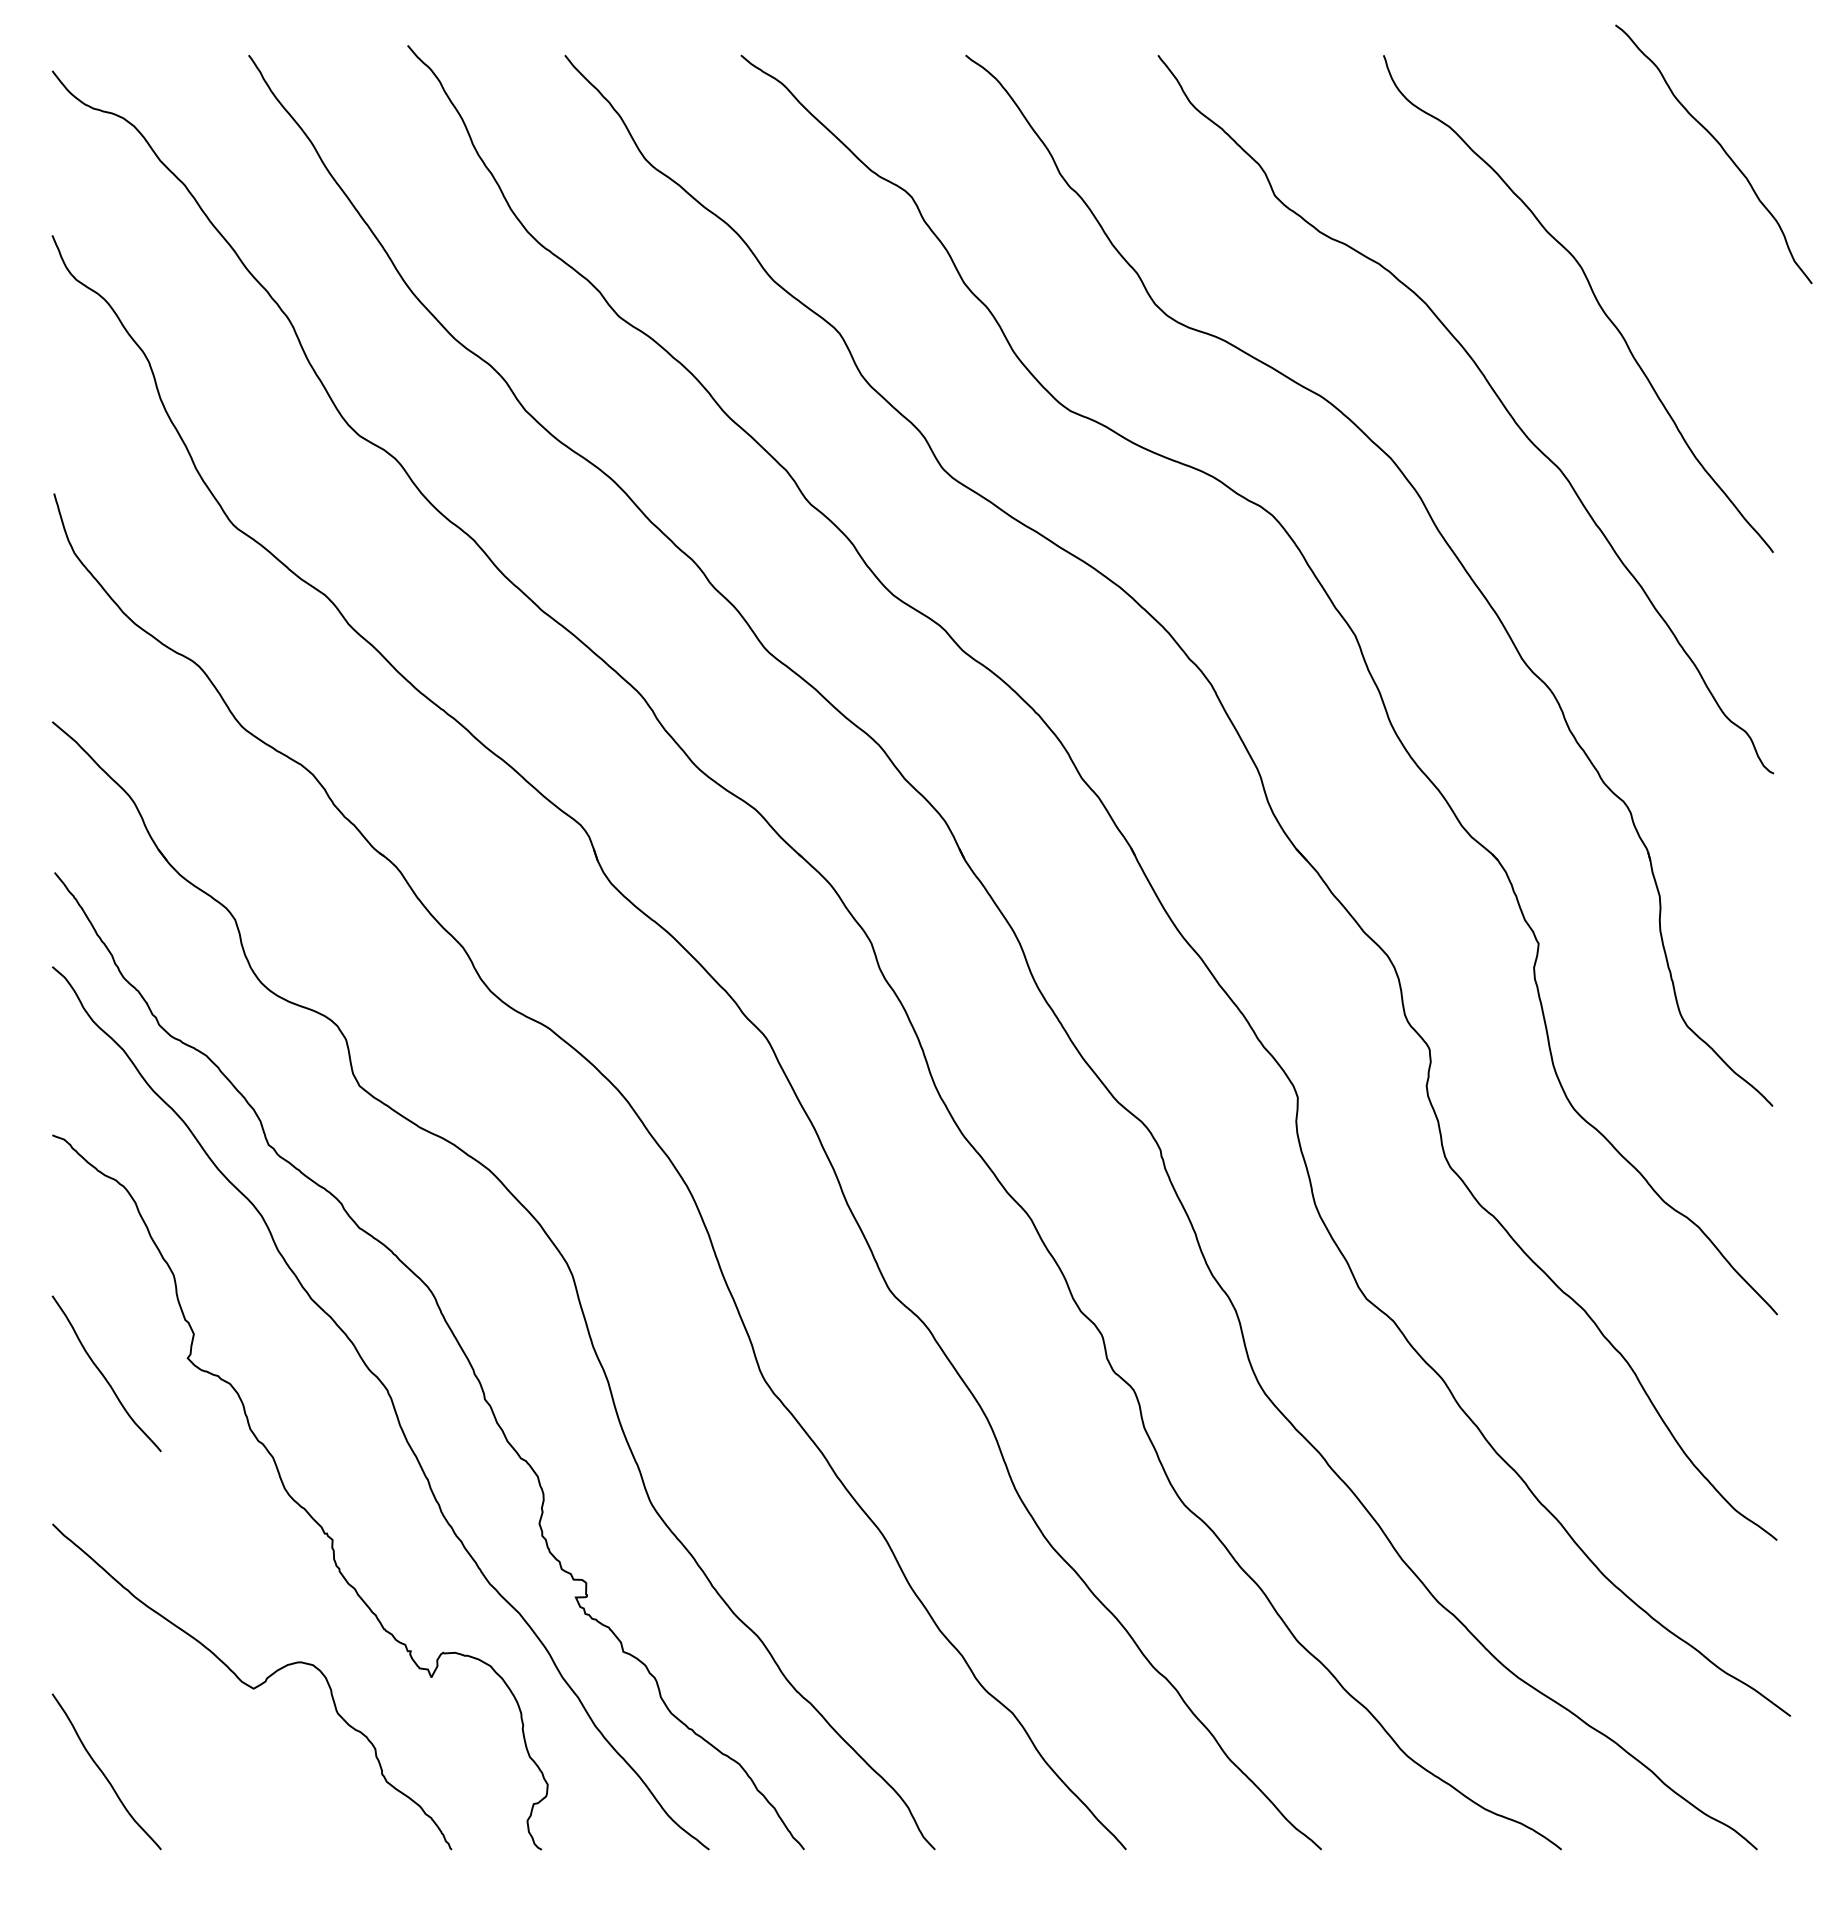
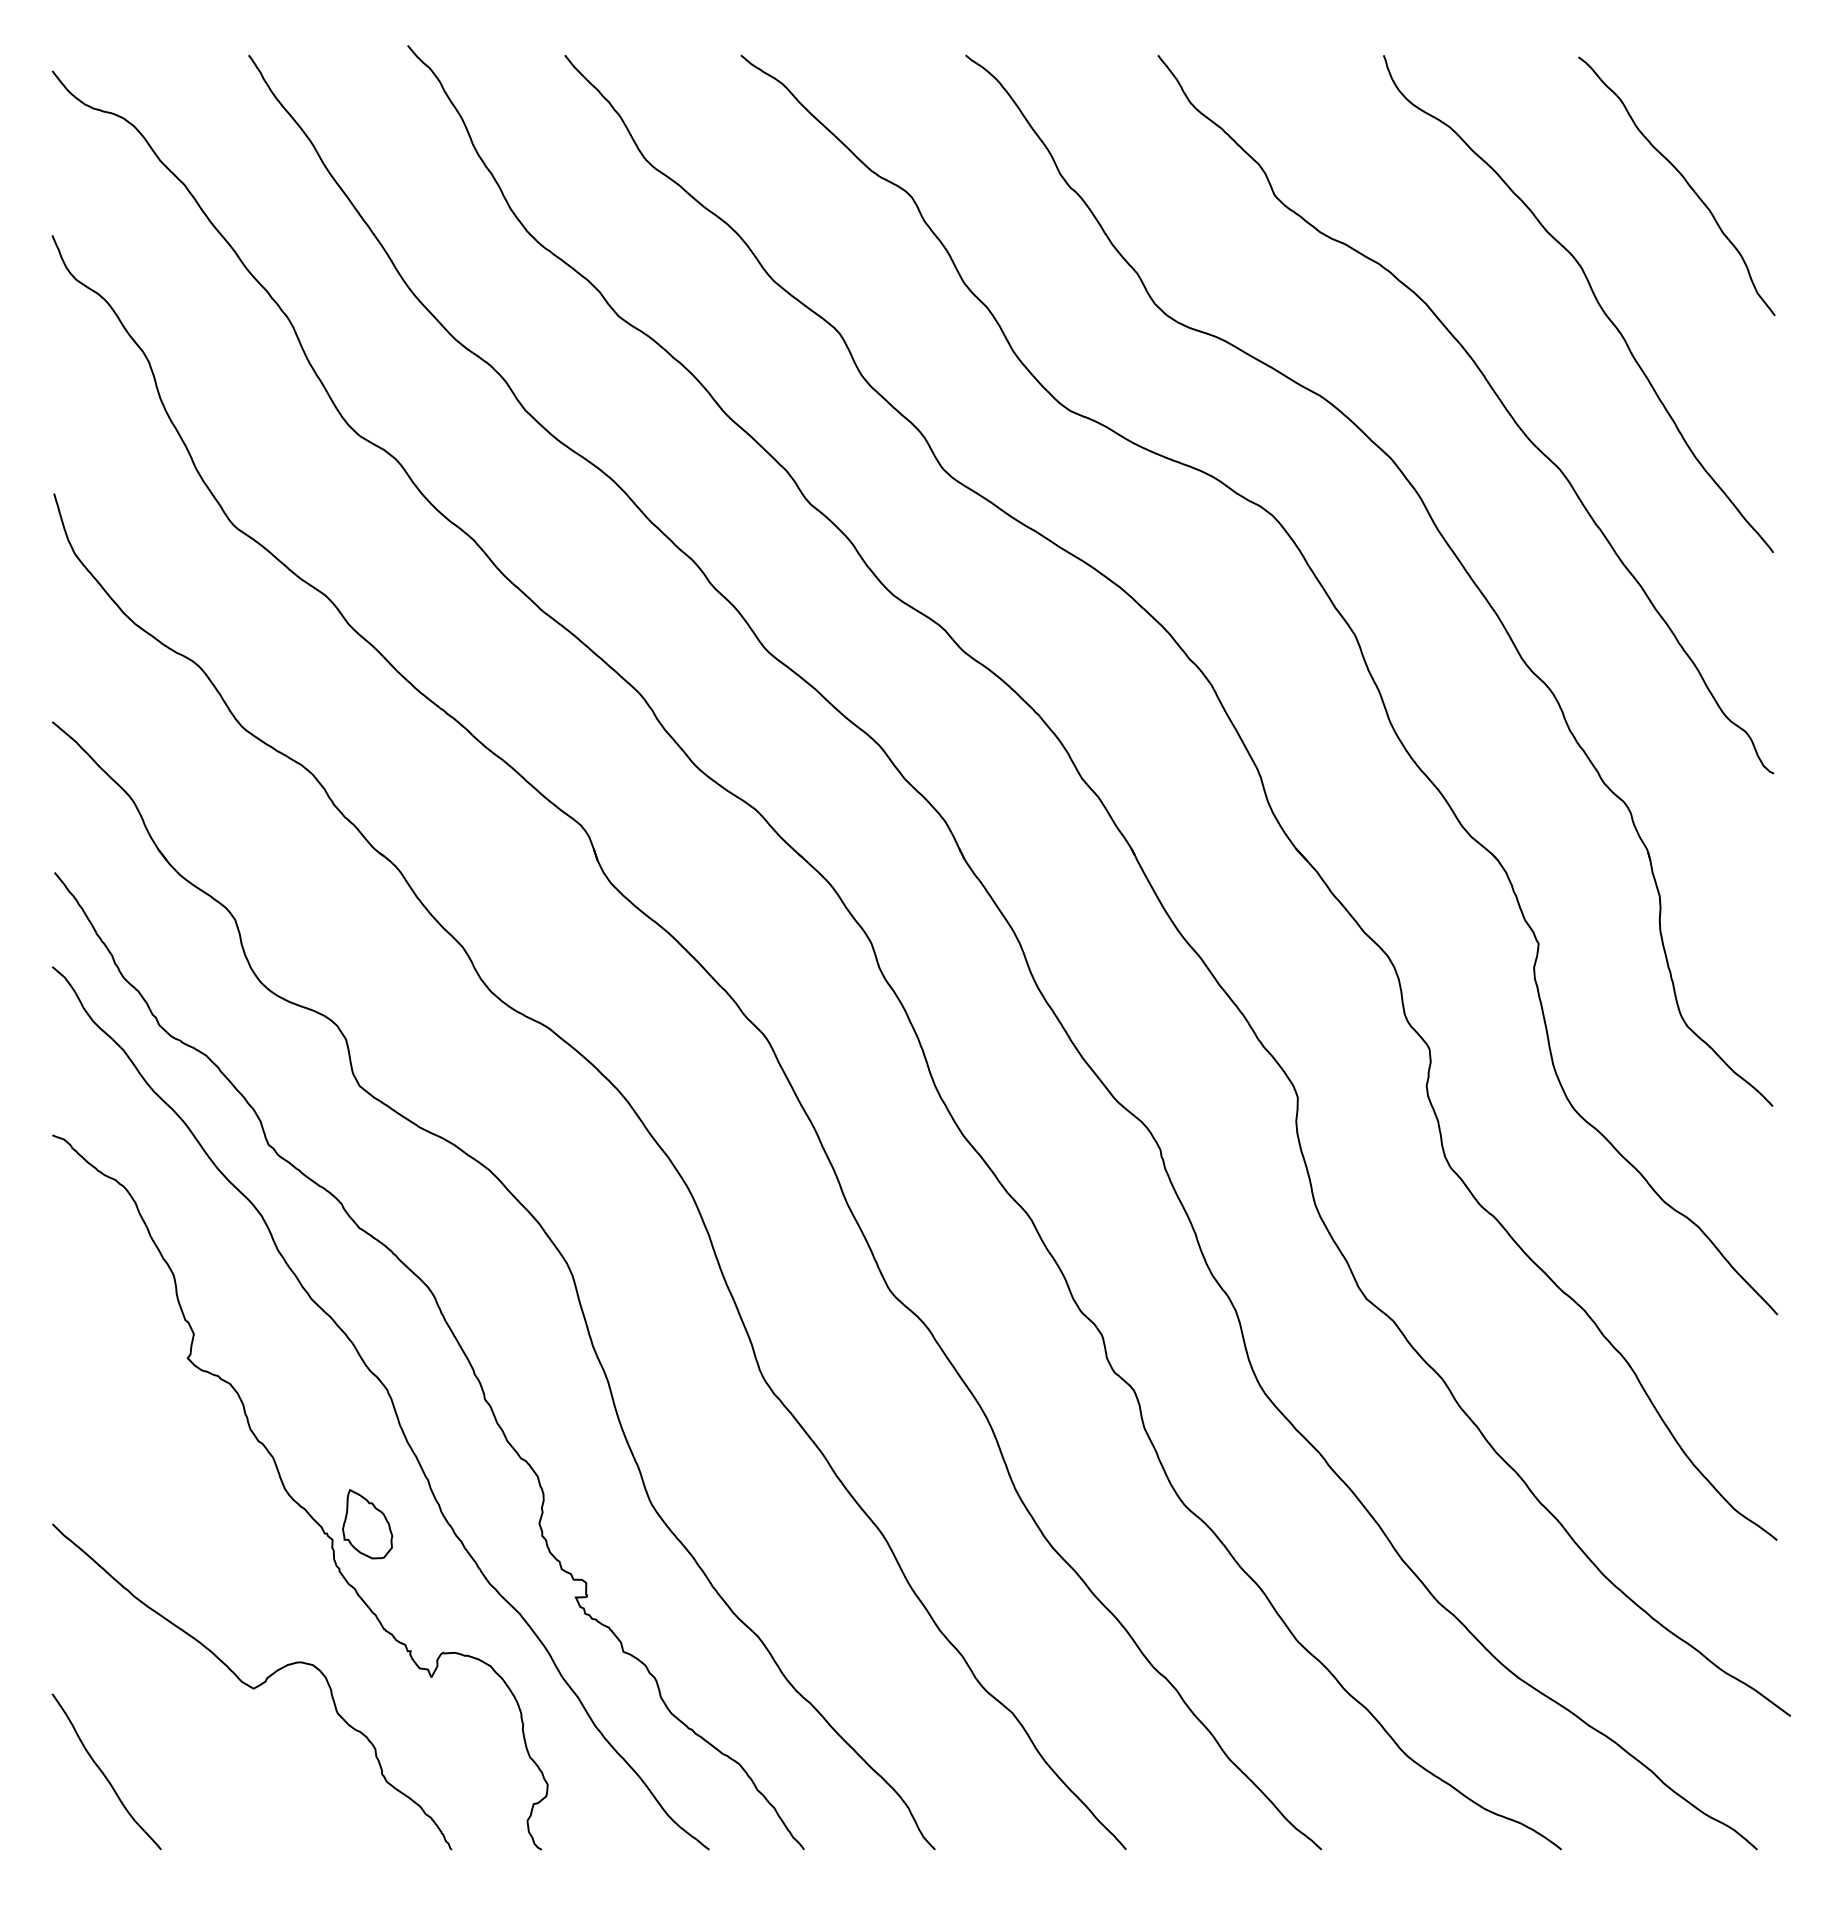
curve at (1721, 148) position: (1721, 148) -> (1684, 180)
curve at (104, 1375): present -> none
part at (367, 1524): none -> present
